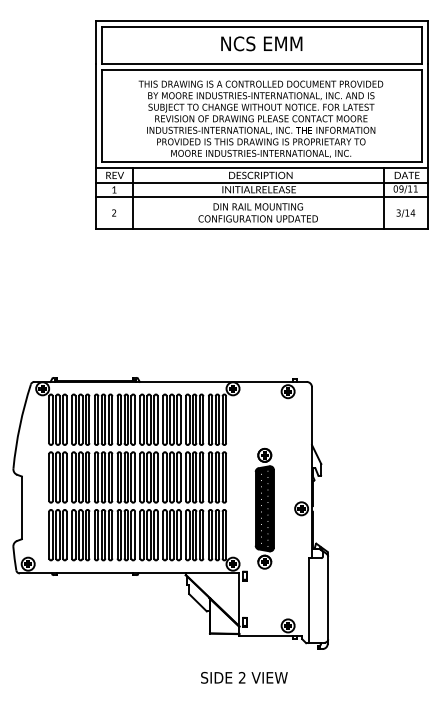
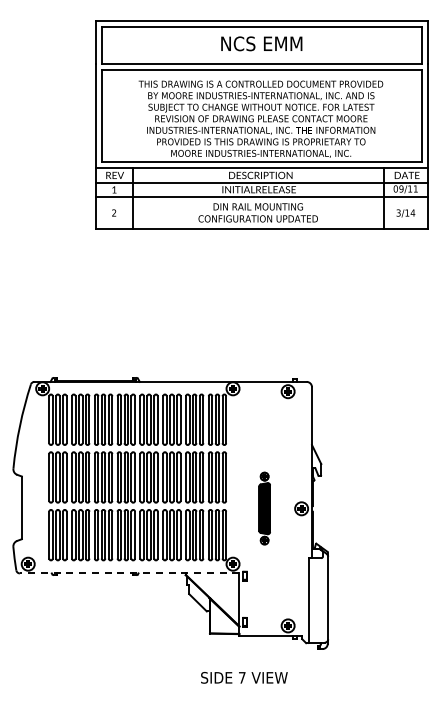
part at (264, 508) size: 21x123 px -> 13x75 px
line at (129, 573): solid -> dashed
text at (241, 677): 2 -> 7
